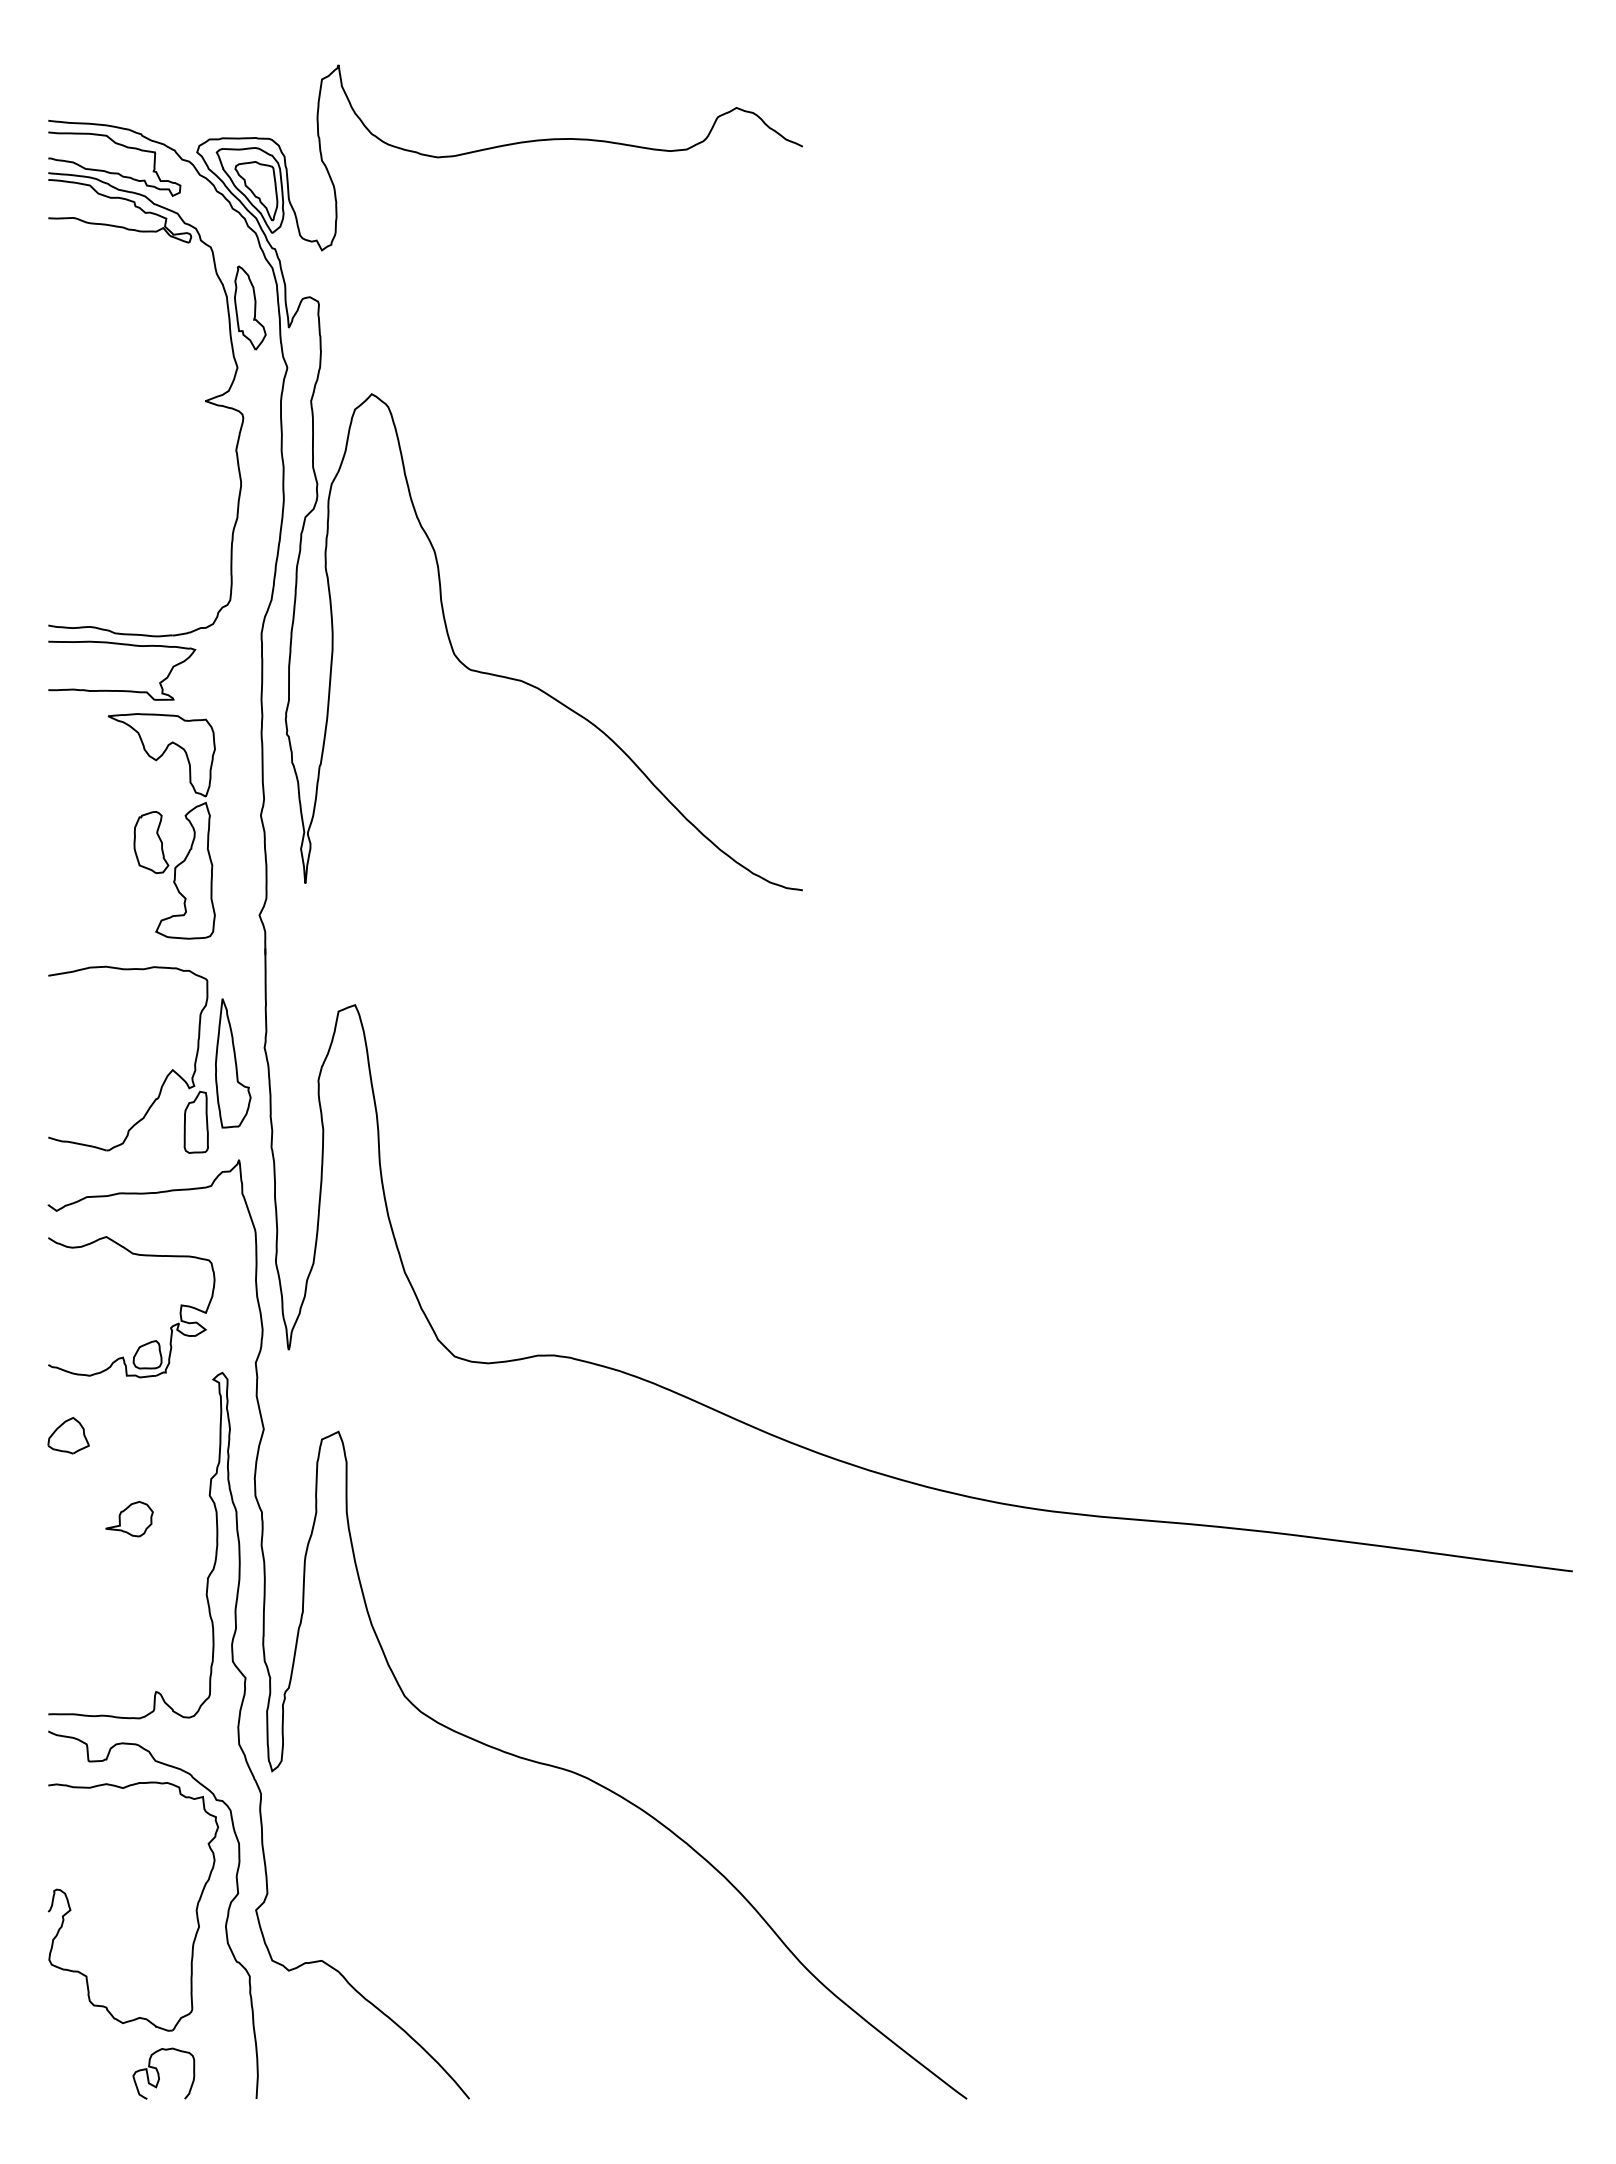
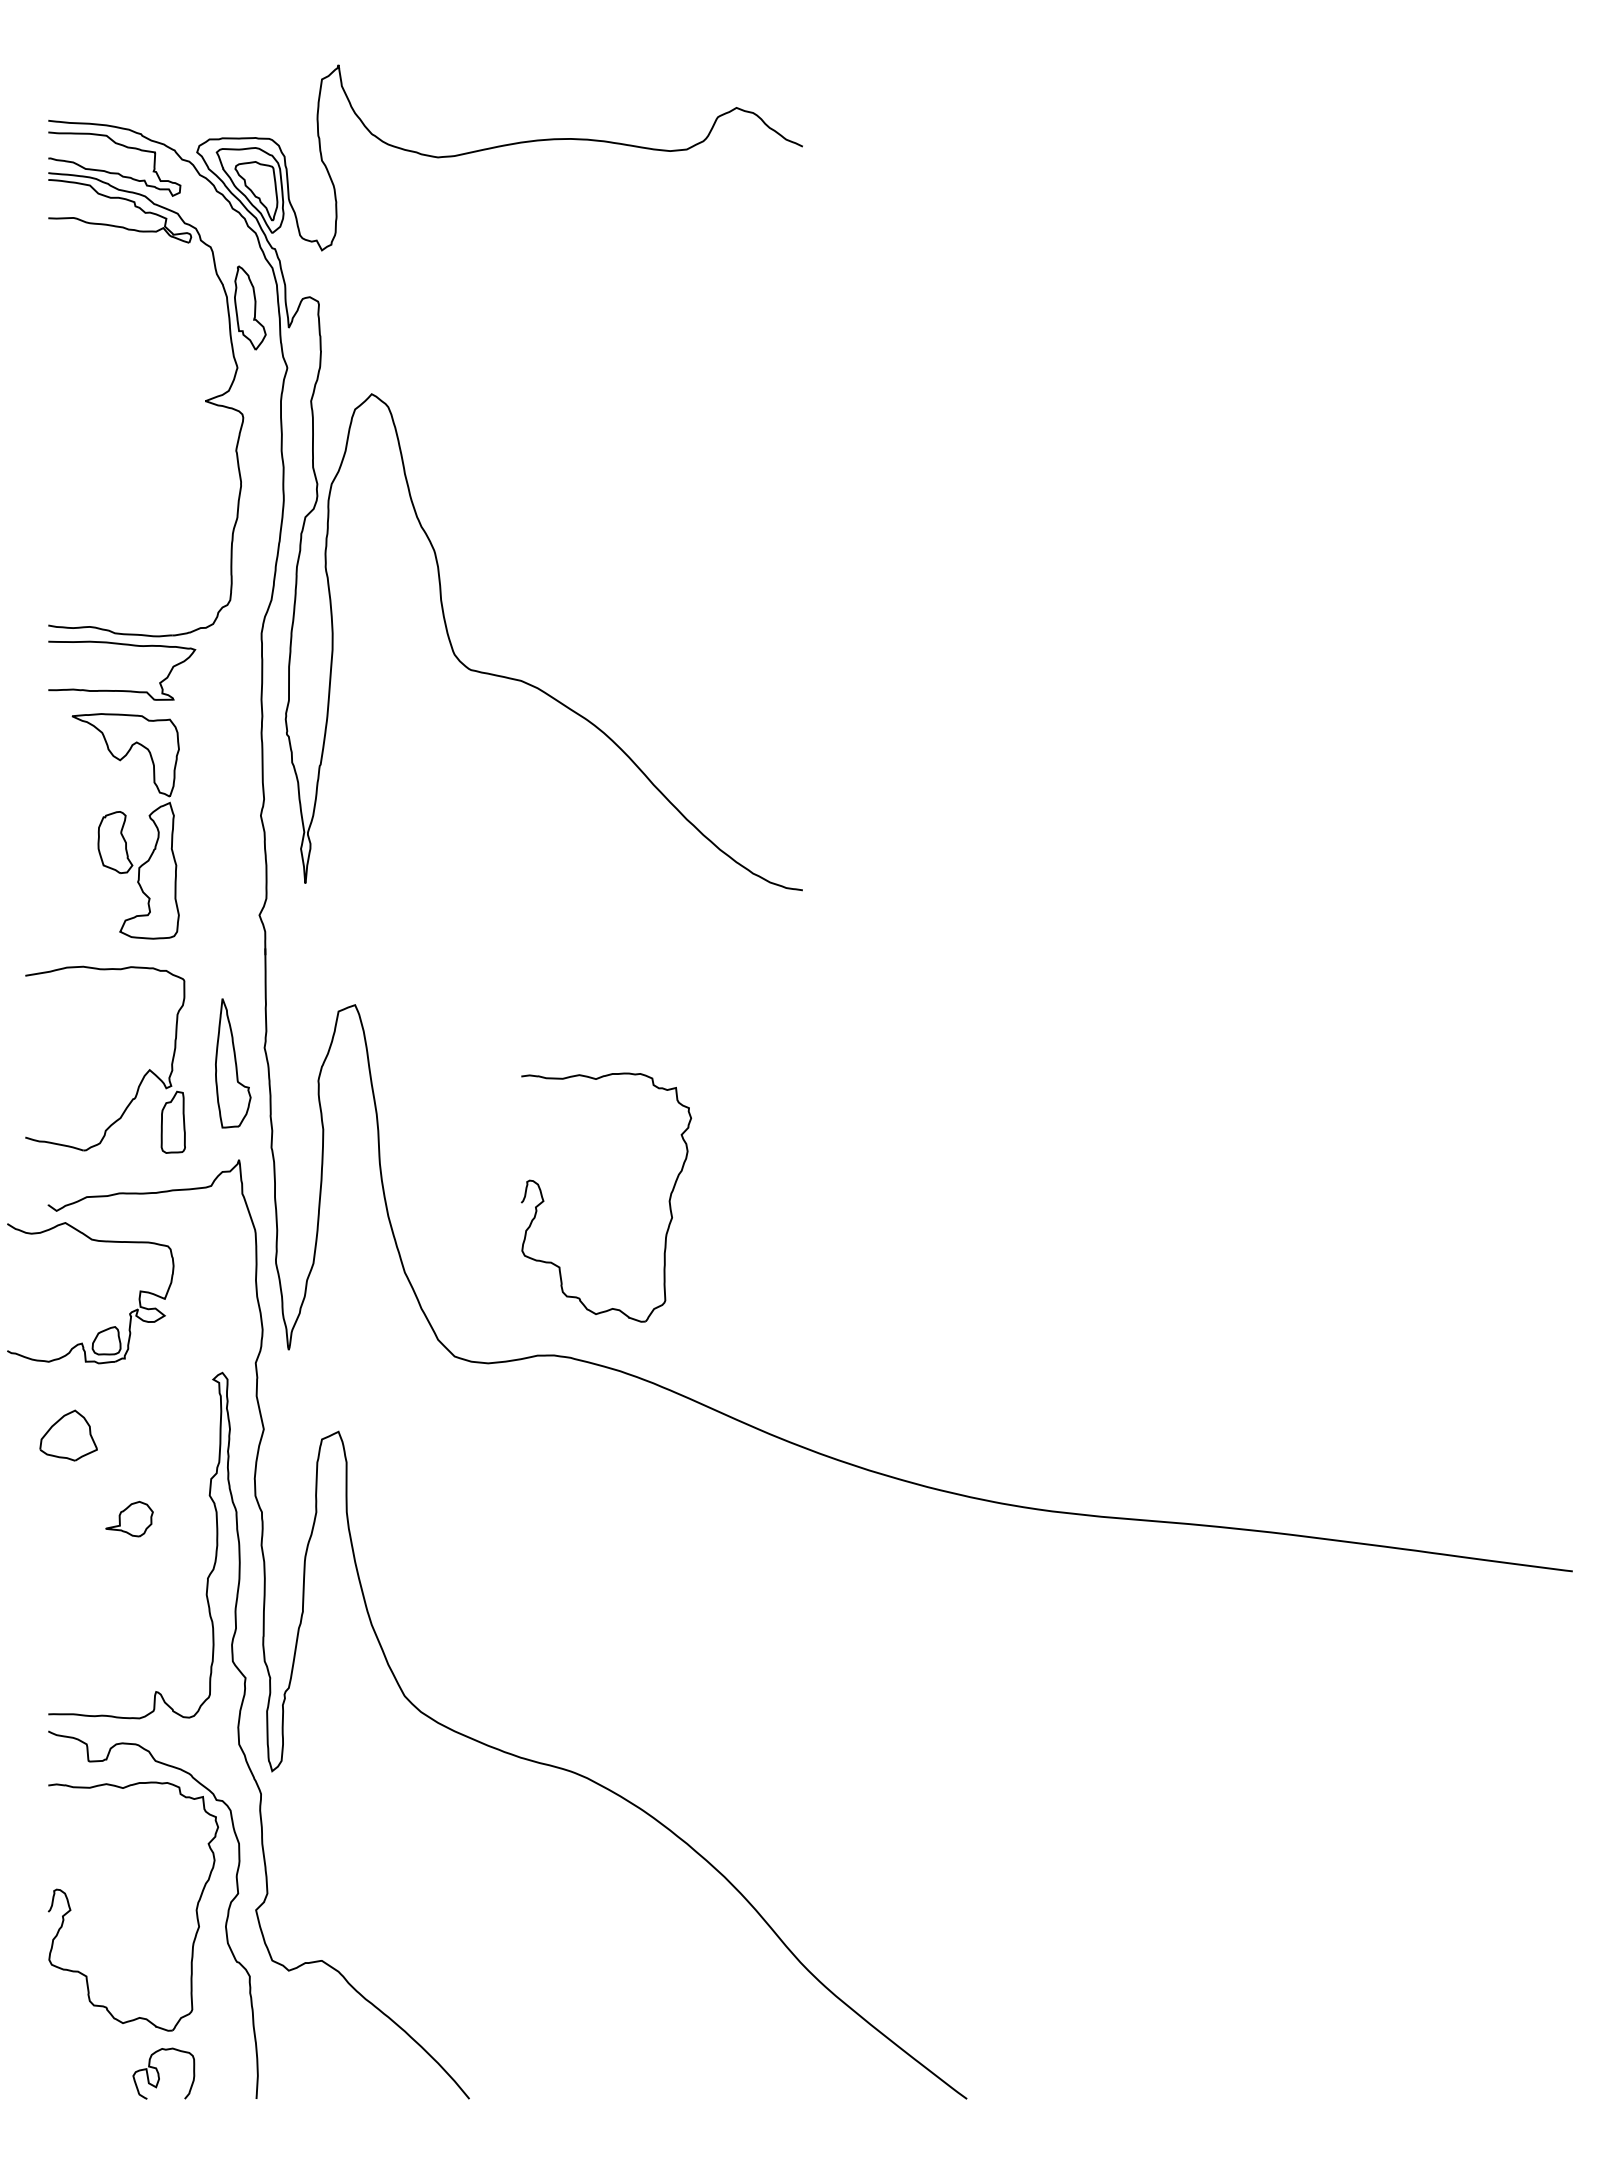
part at (161, 826) position: (161, 826) -> (125, 826)
part at (165, 1077) position: (165, 1077) -> (142, 1077)
part at (544, 1200): none -> present
part at (149, 1341) position: (149, 1341) -> (108, 1327)
part at (68, 1435) size: 43x38 px -> 59x53 px
